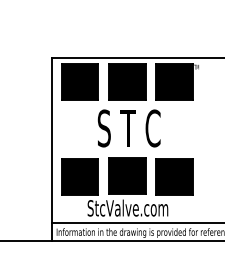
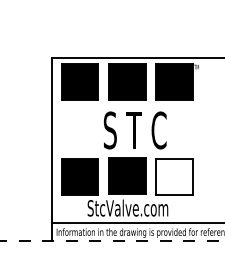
text at (128, 128) position: (128, 128) -> (134, 130)
fill at (174, 176): present -> none
line at (112, 241): solid -> dashed
